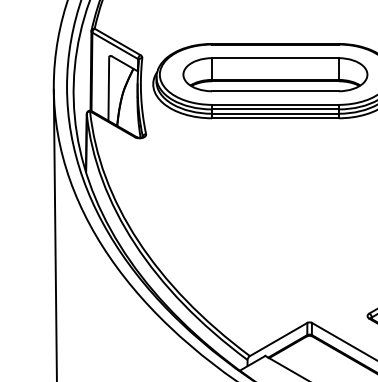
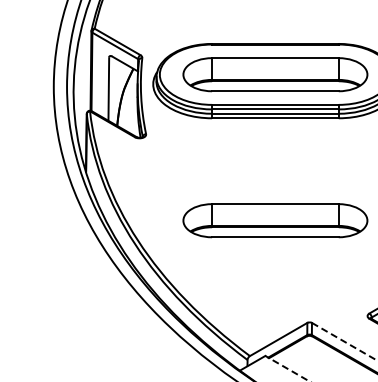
part at (275, 220): none -> present
line at (54, 233): present -> none
line at (344, 341): solid -> dashed
line at (287, 368): solid -> dashed
